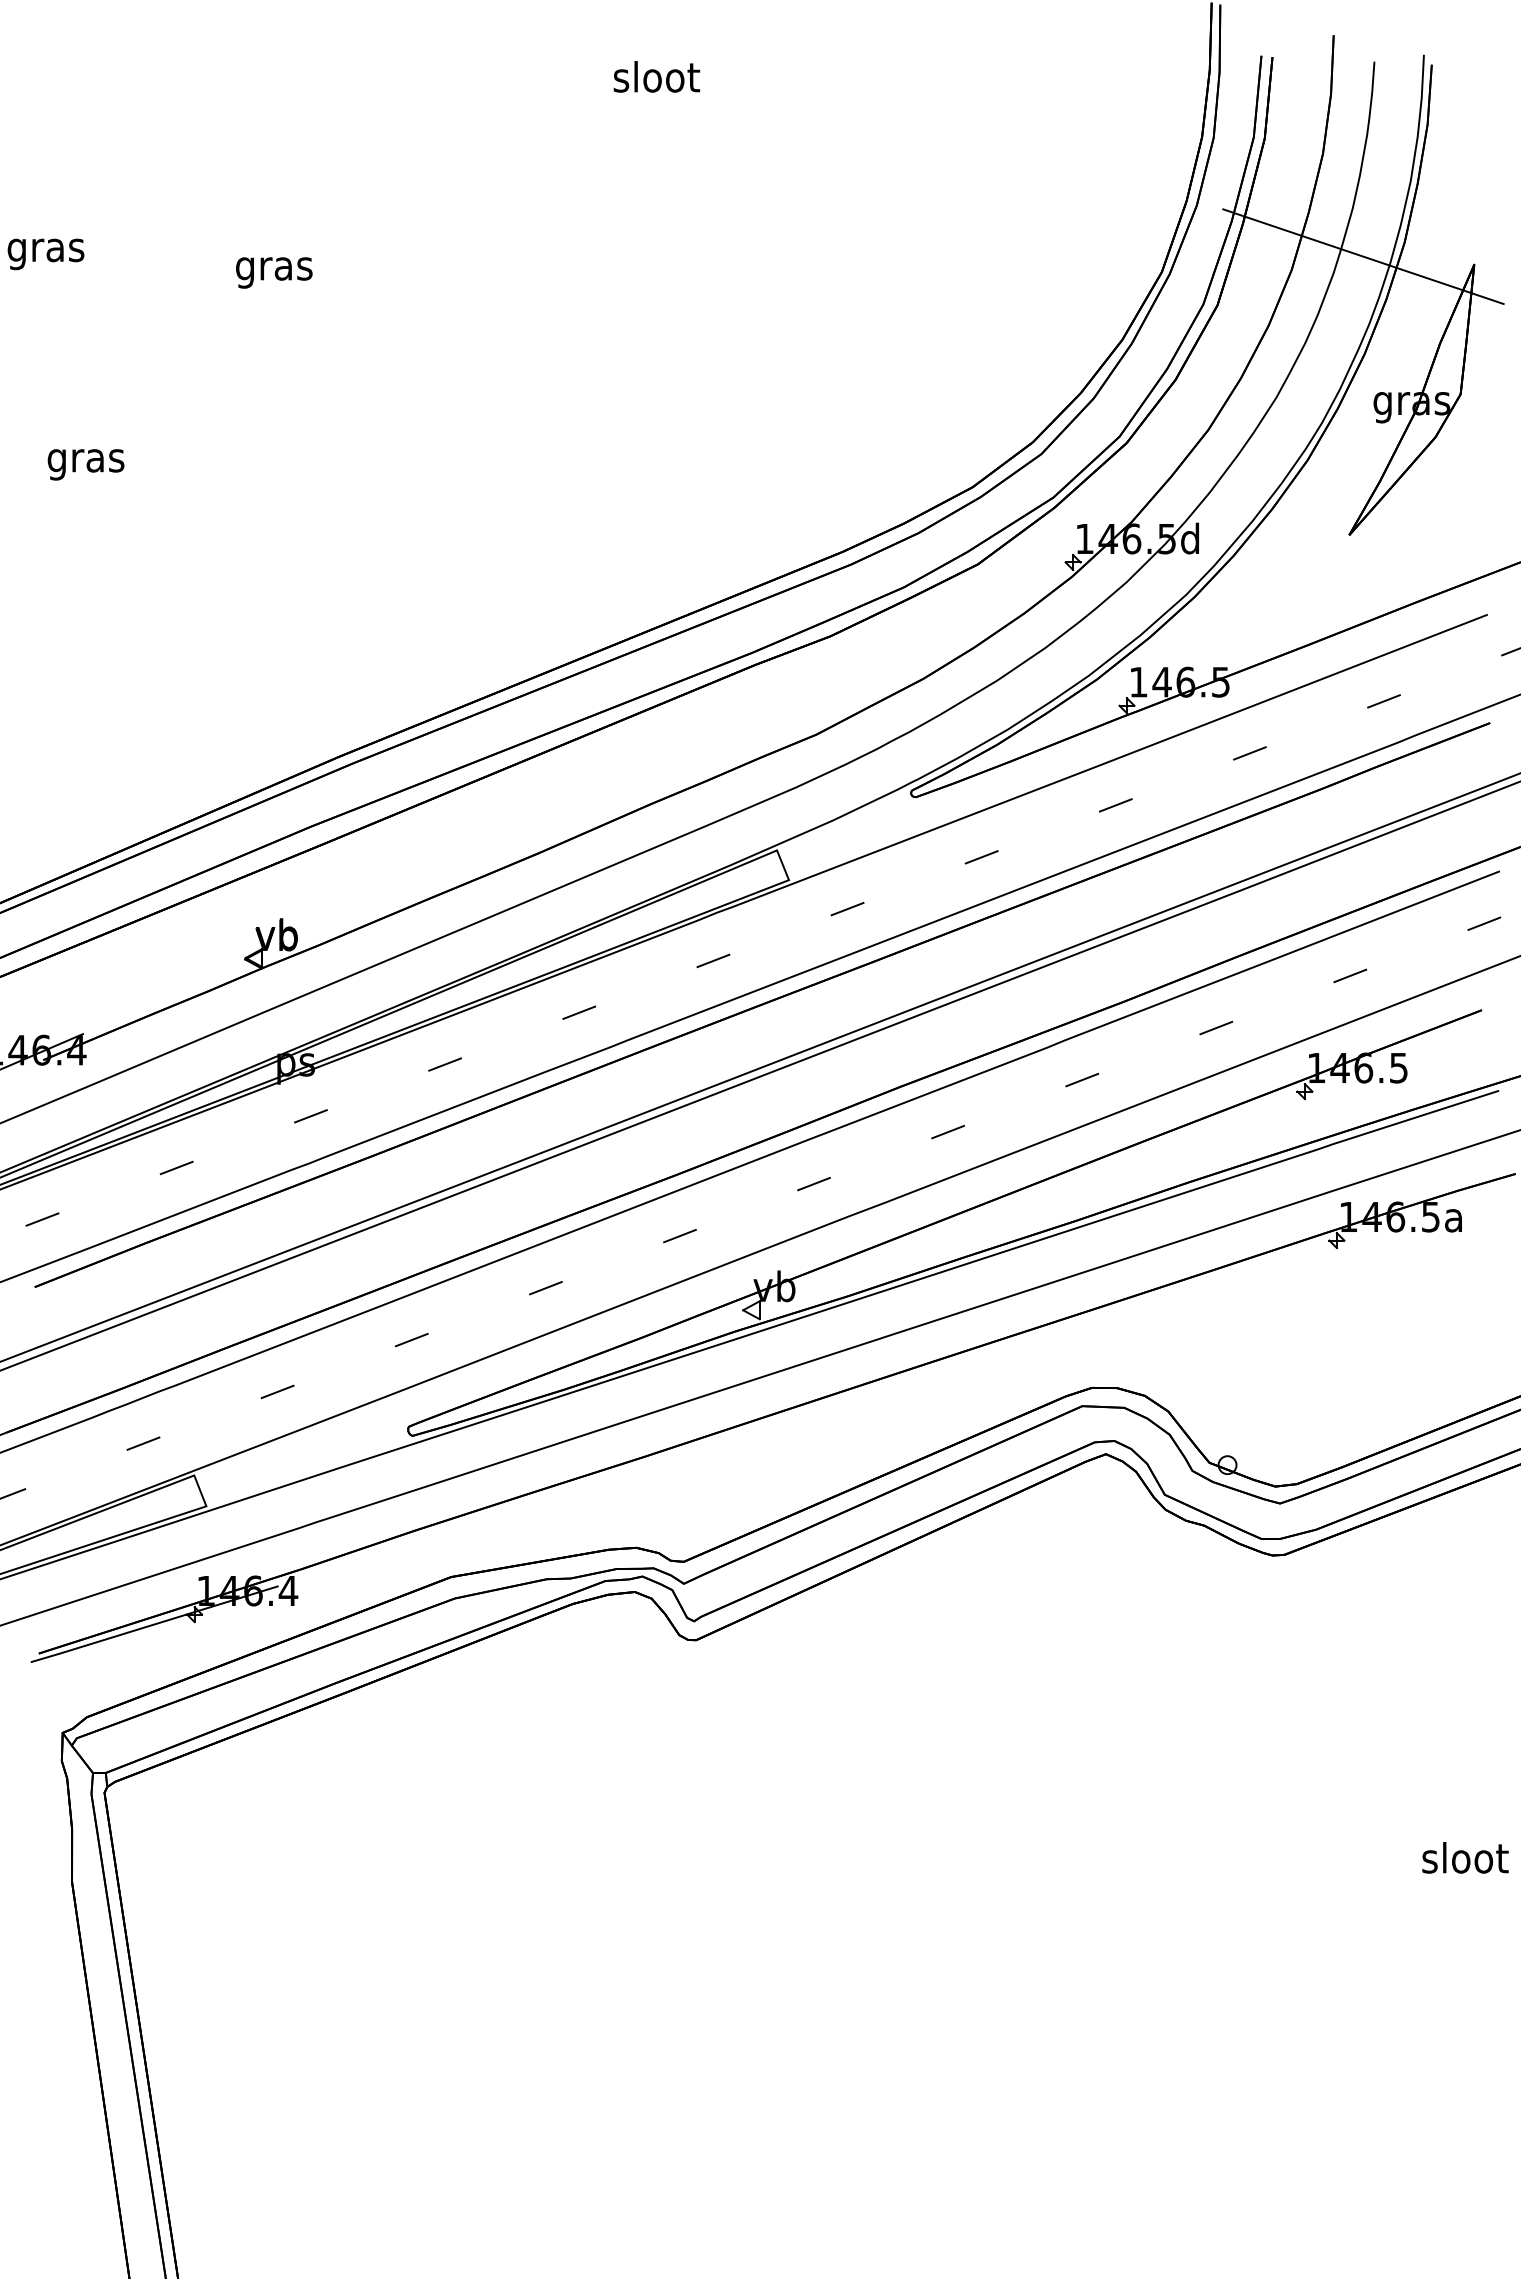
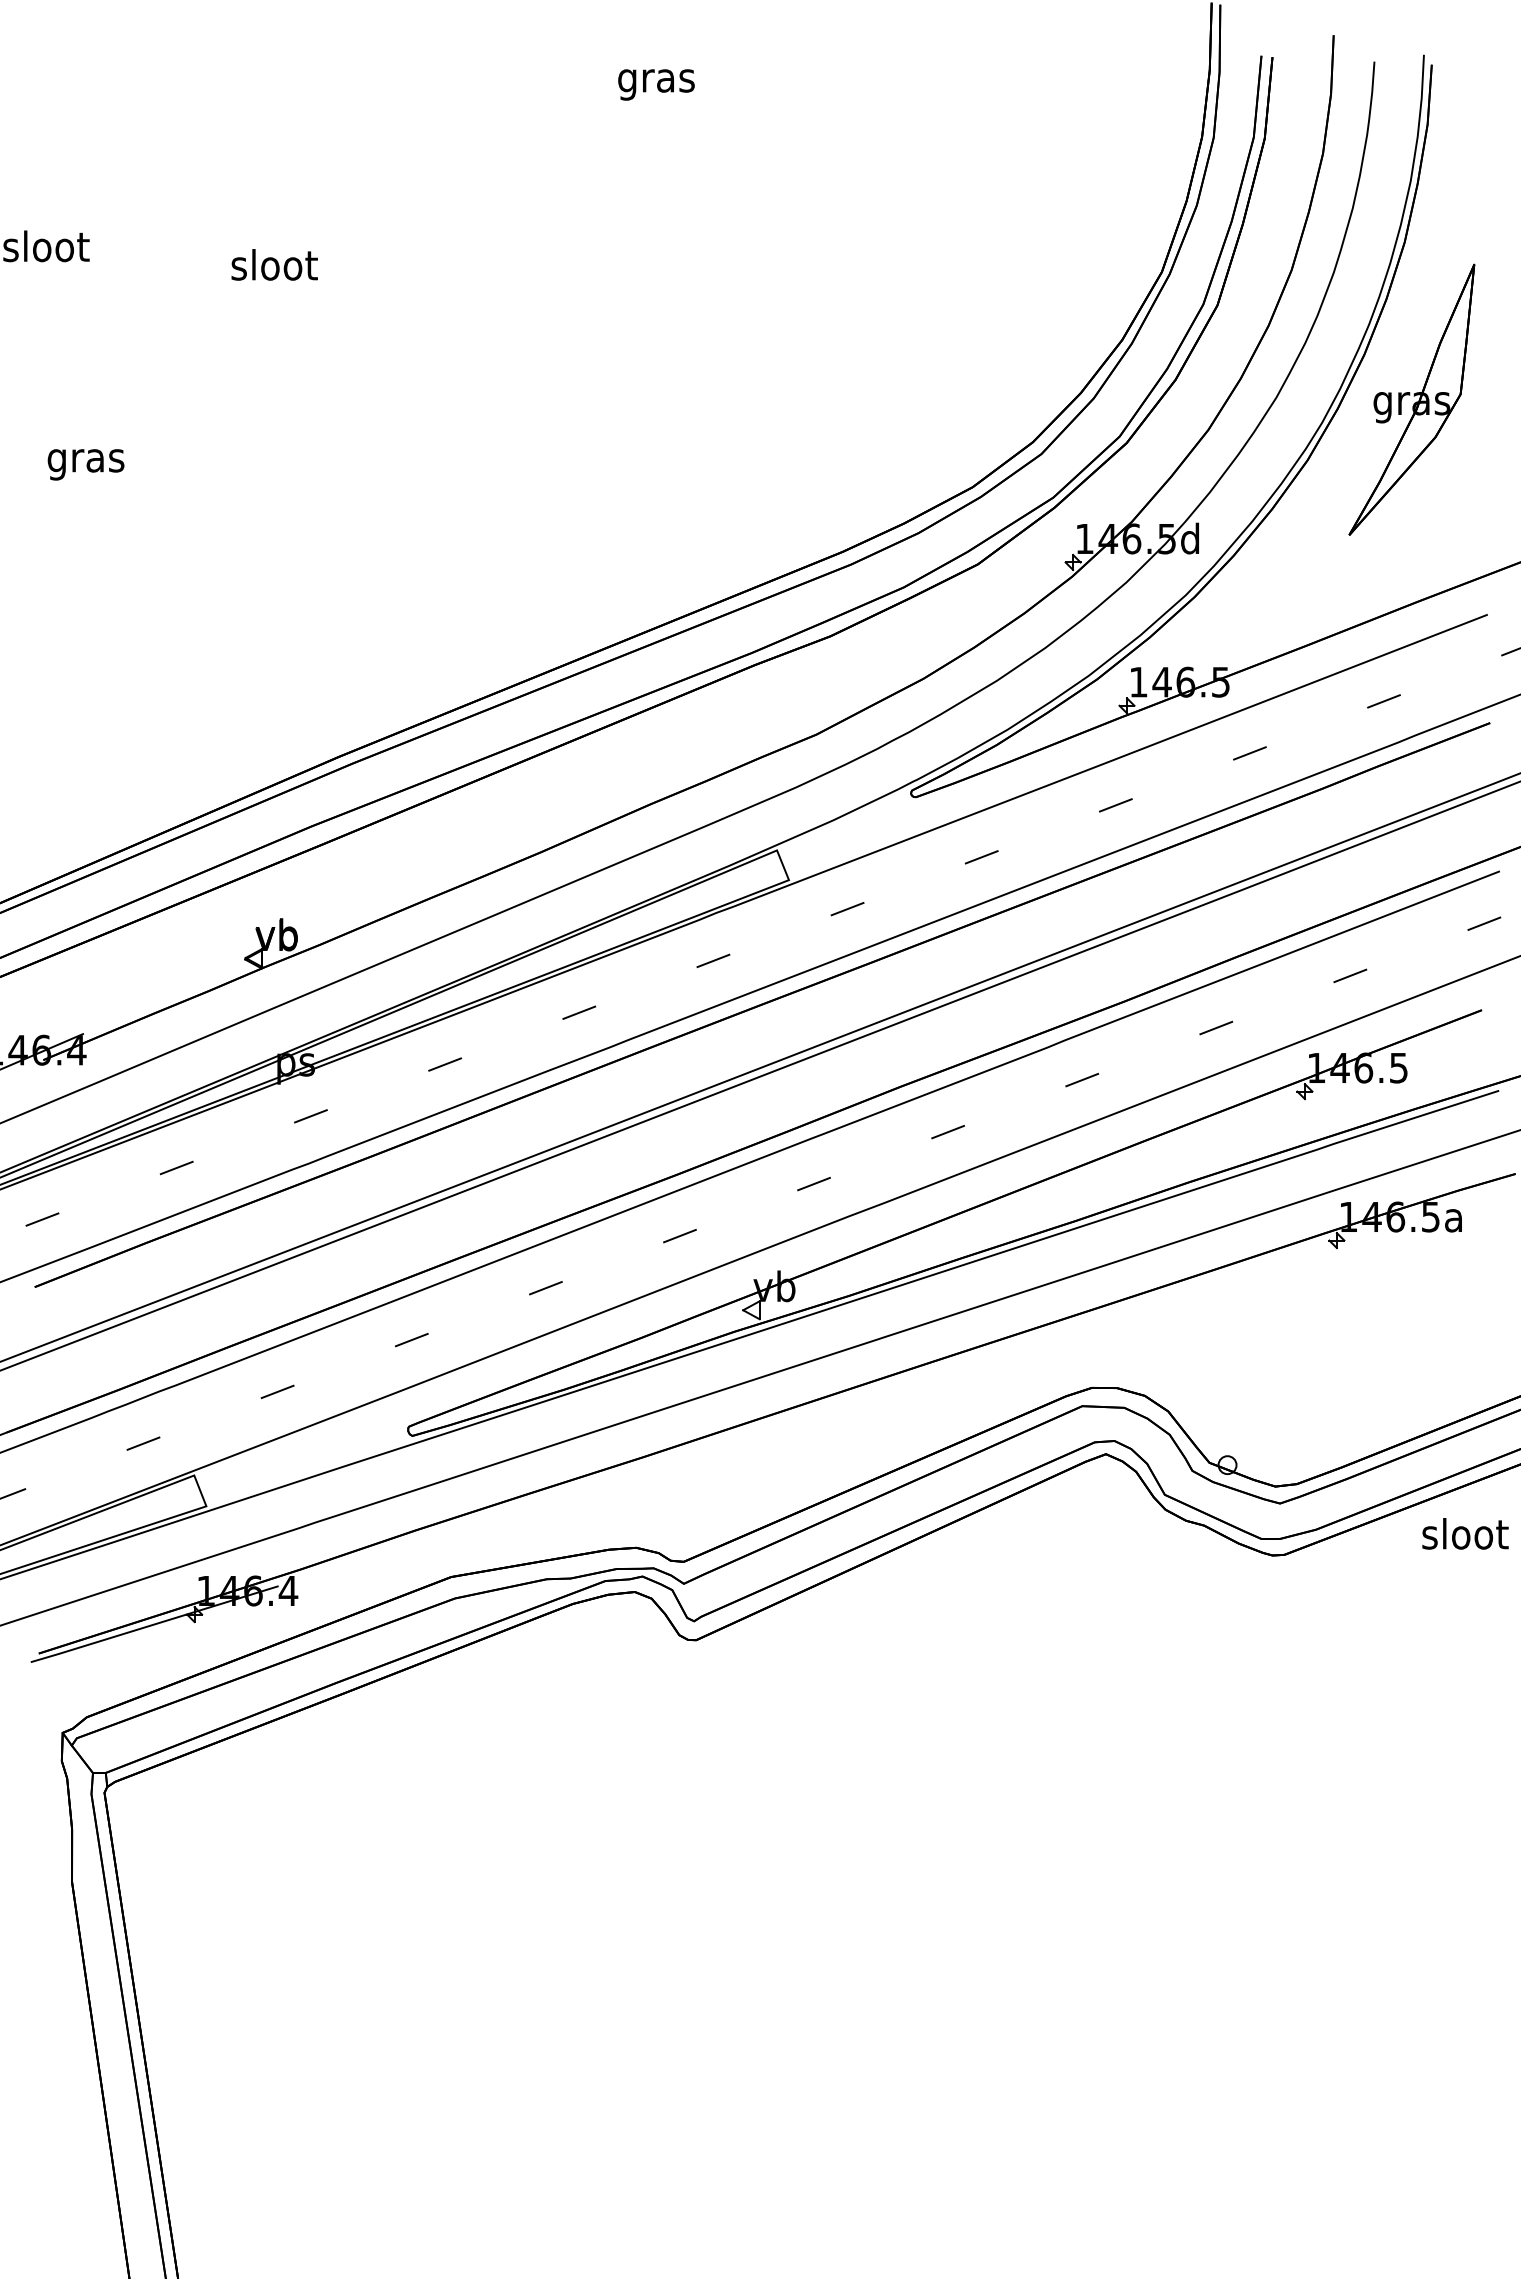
text at (656, 80): sloot -> gras
text at (46, 250): gras -> sloot
line at (1363, 256): present -> none
text at (274, 268): gras -> sloot
text at (1465, 1857) position: (1465, 1857) -> (1465, 1533)
